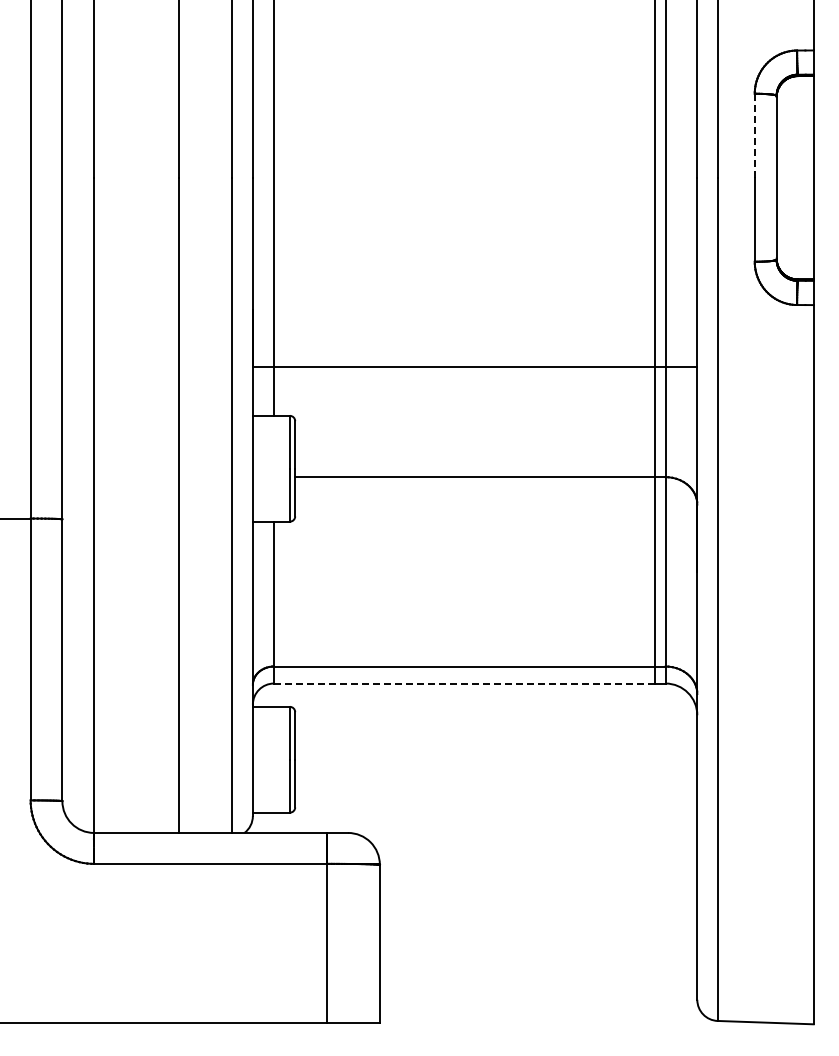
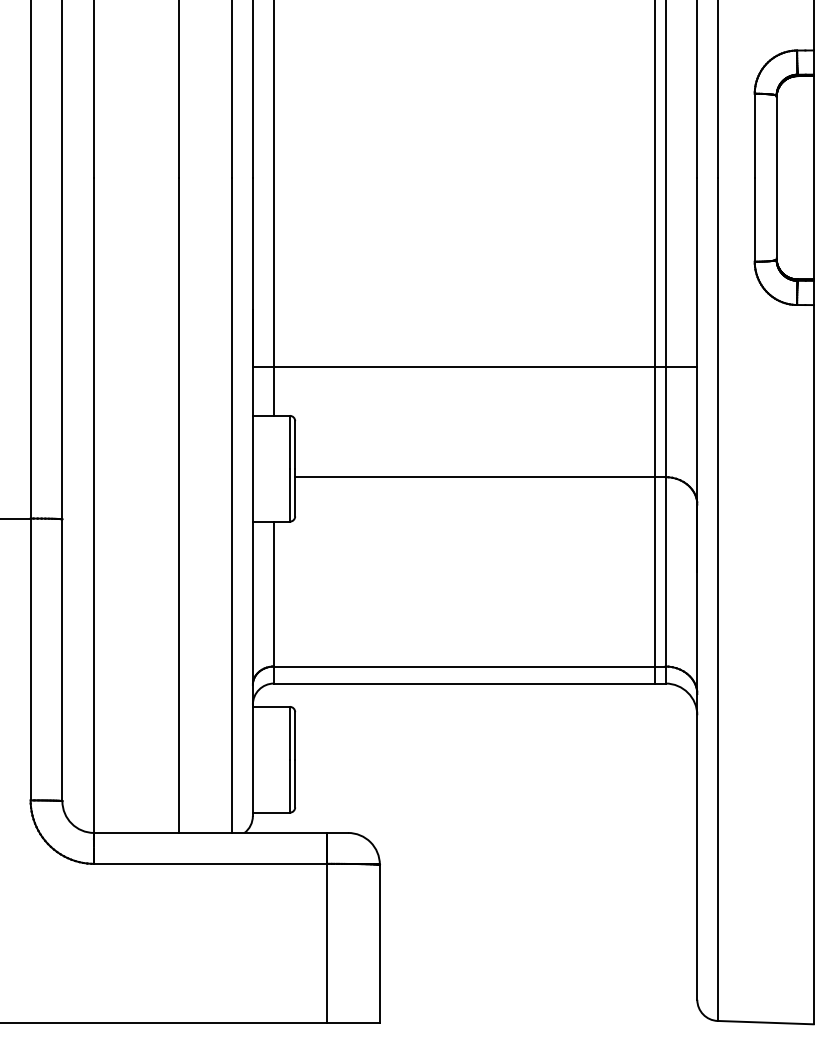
line at (754, 135): dashed -> solid
line at (465, 683): dashed -> solid
